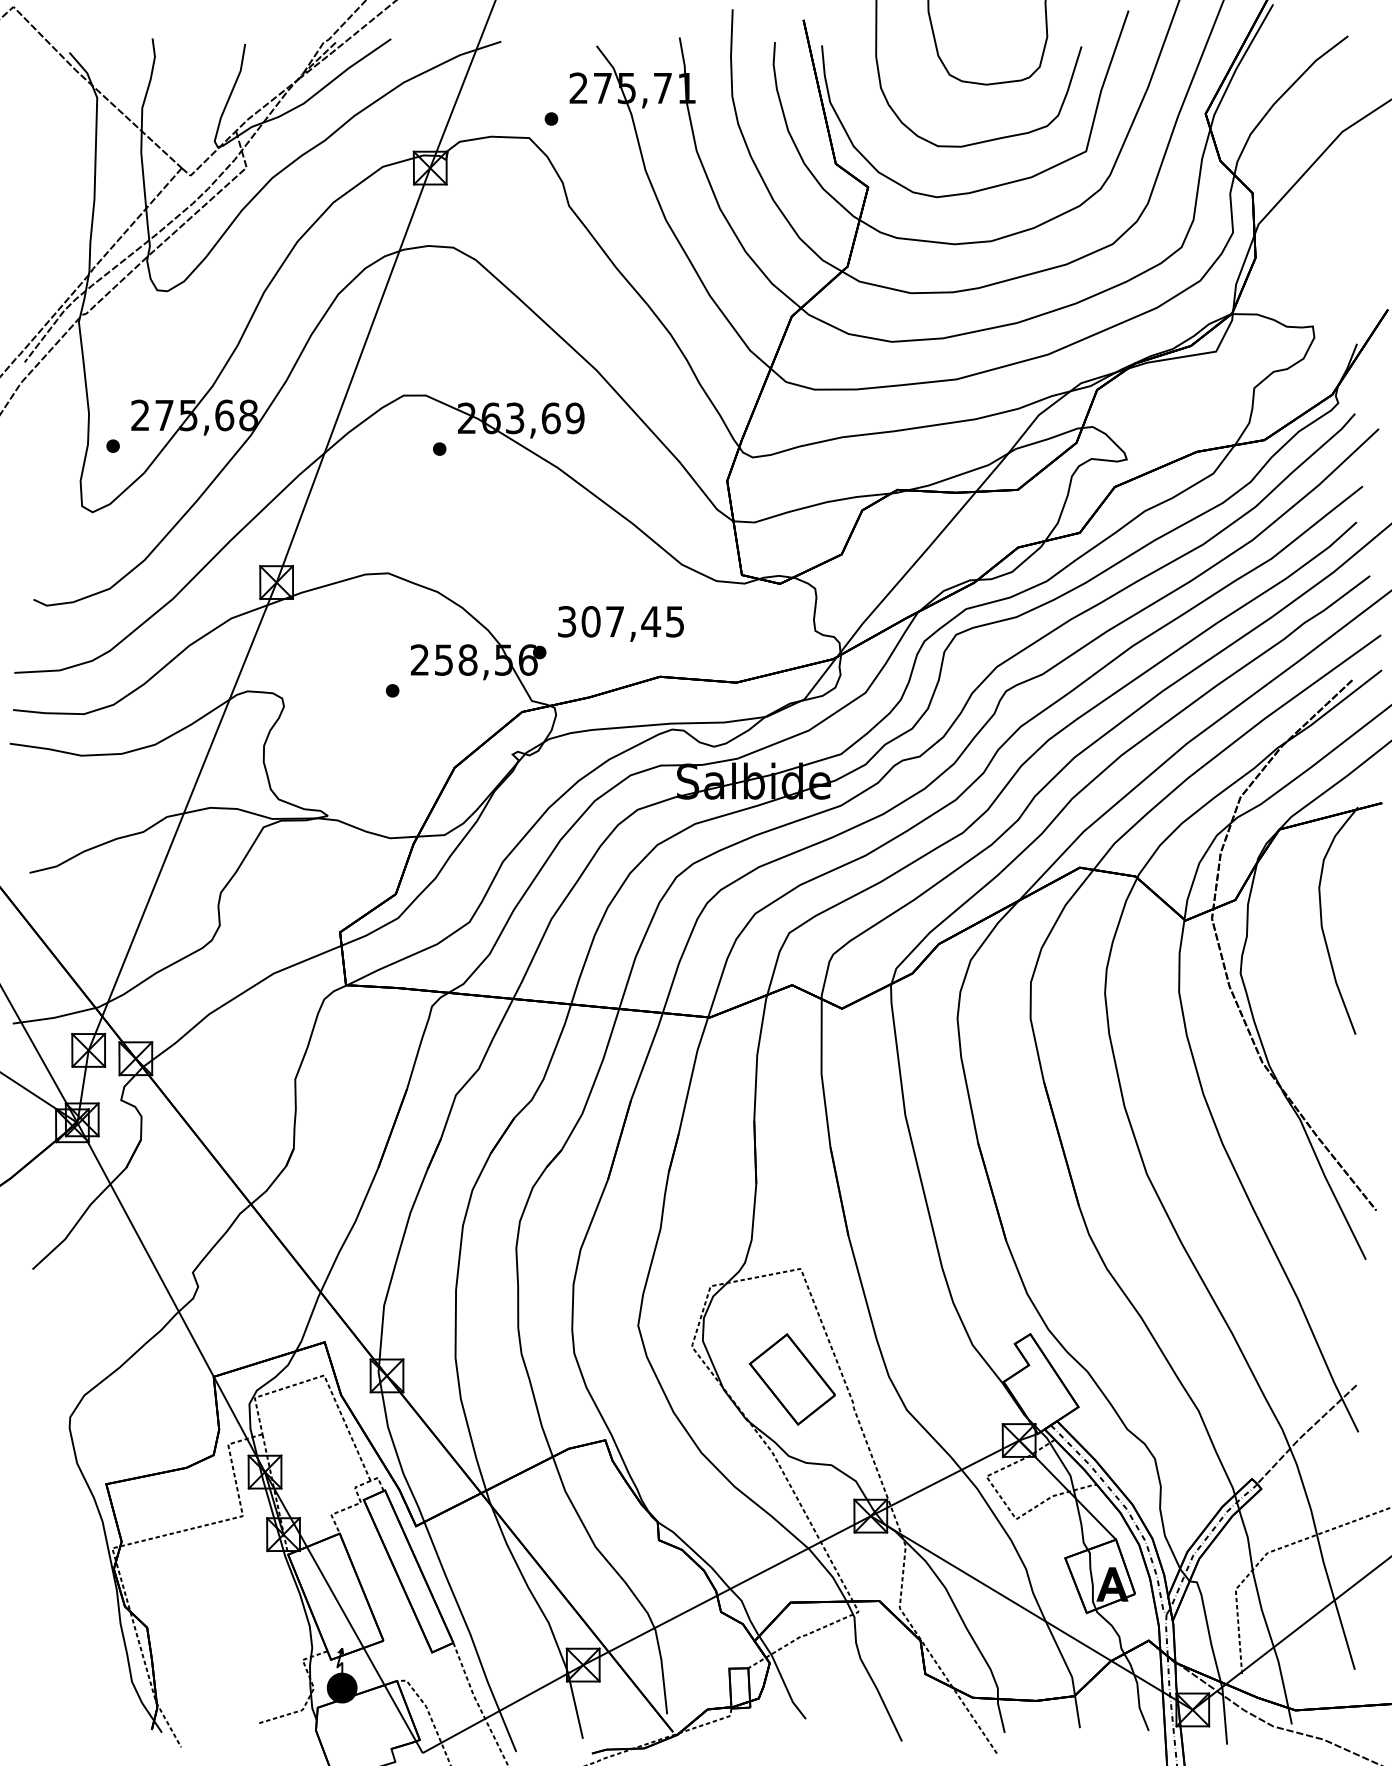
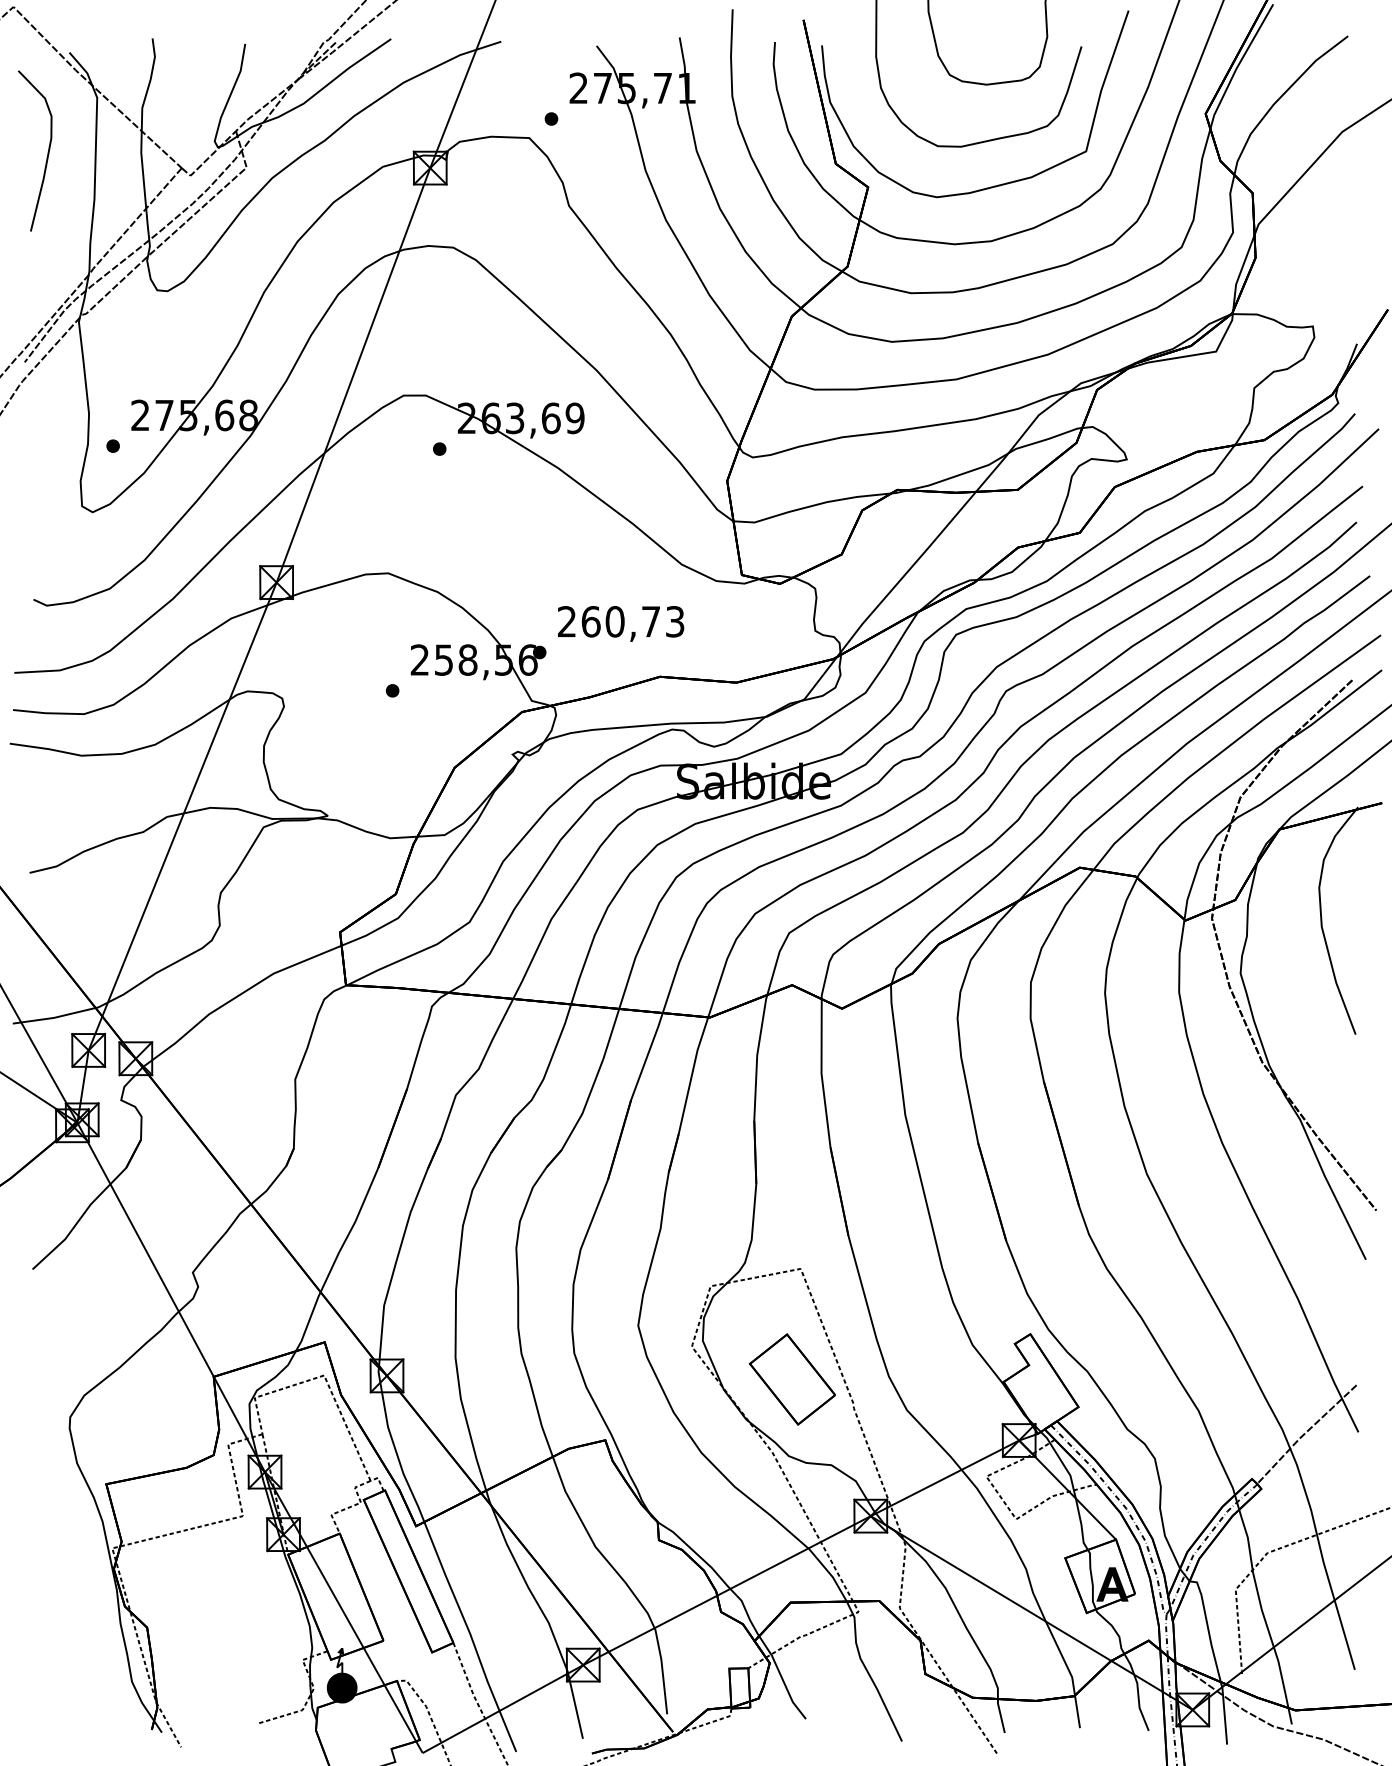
curve at (47, 152): none -> present
text at (621, 621): 307,45 -> 260,73
